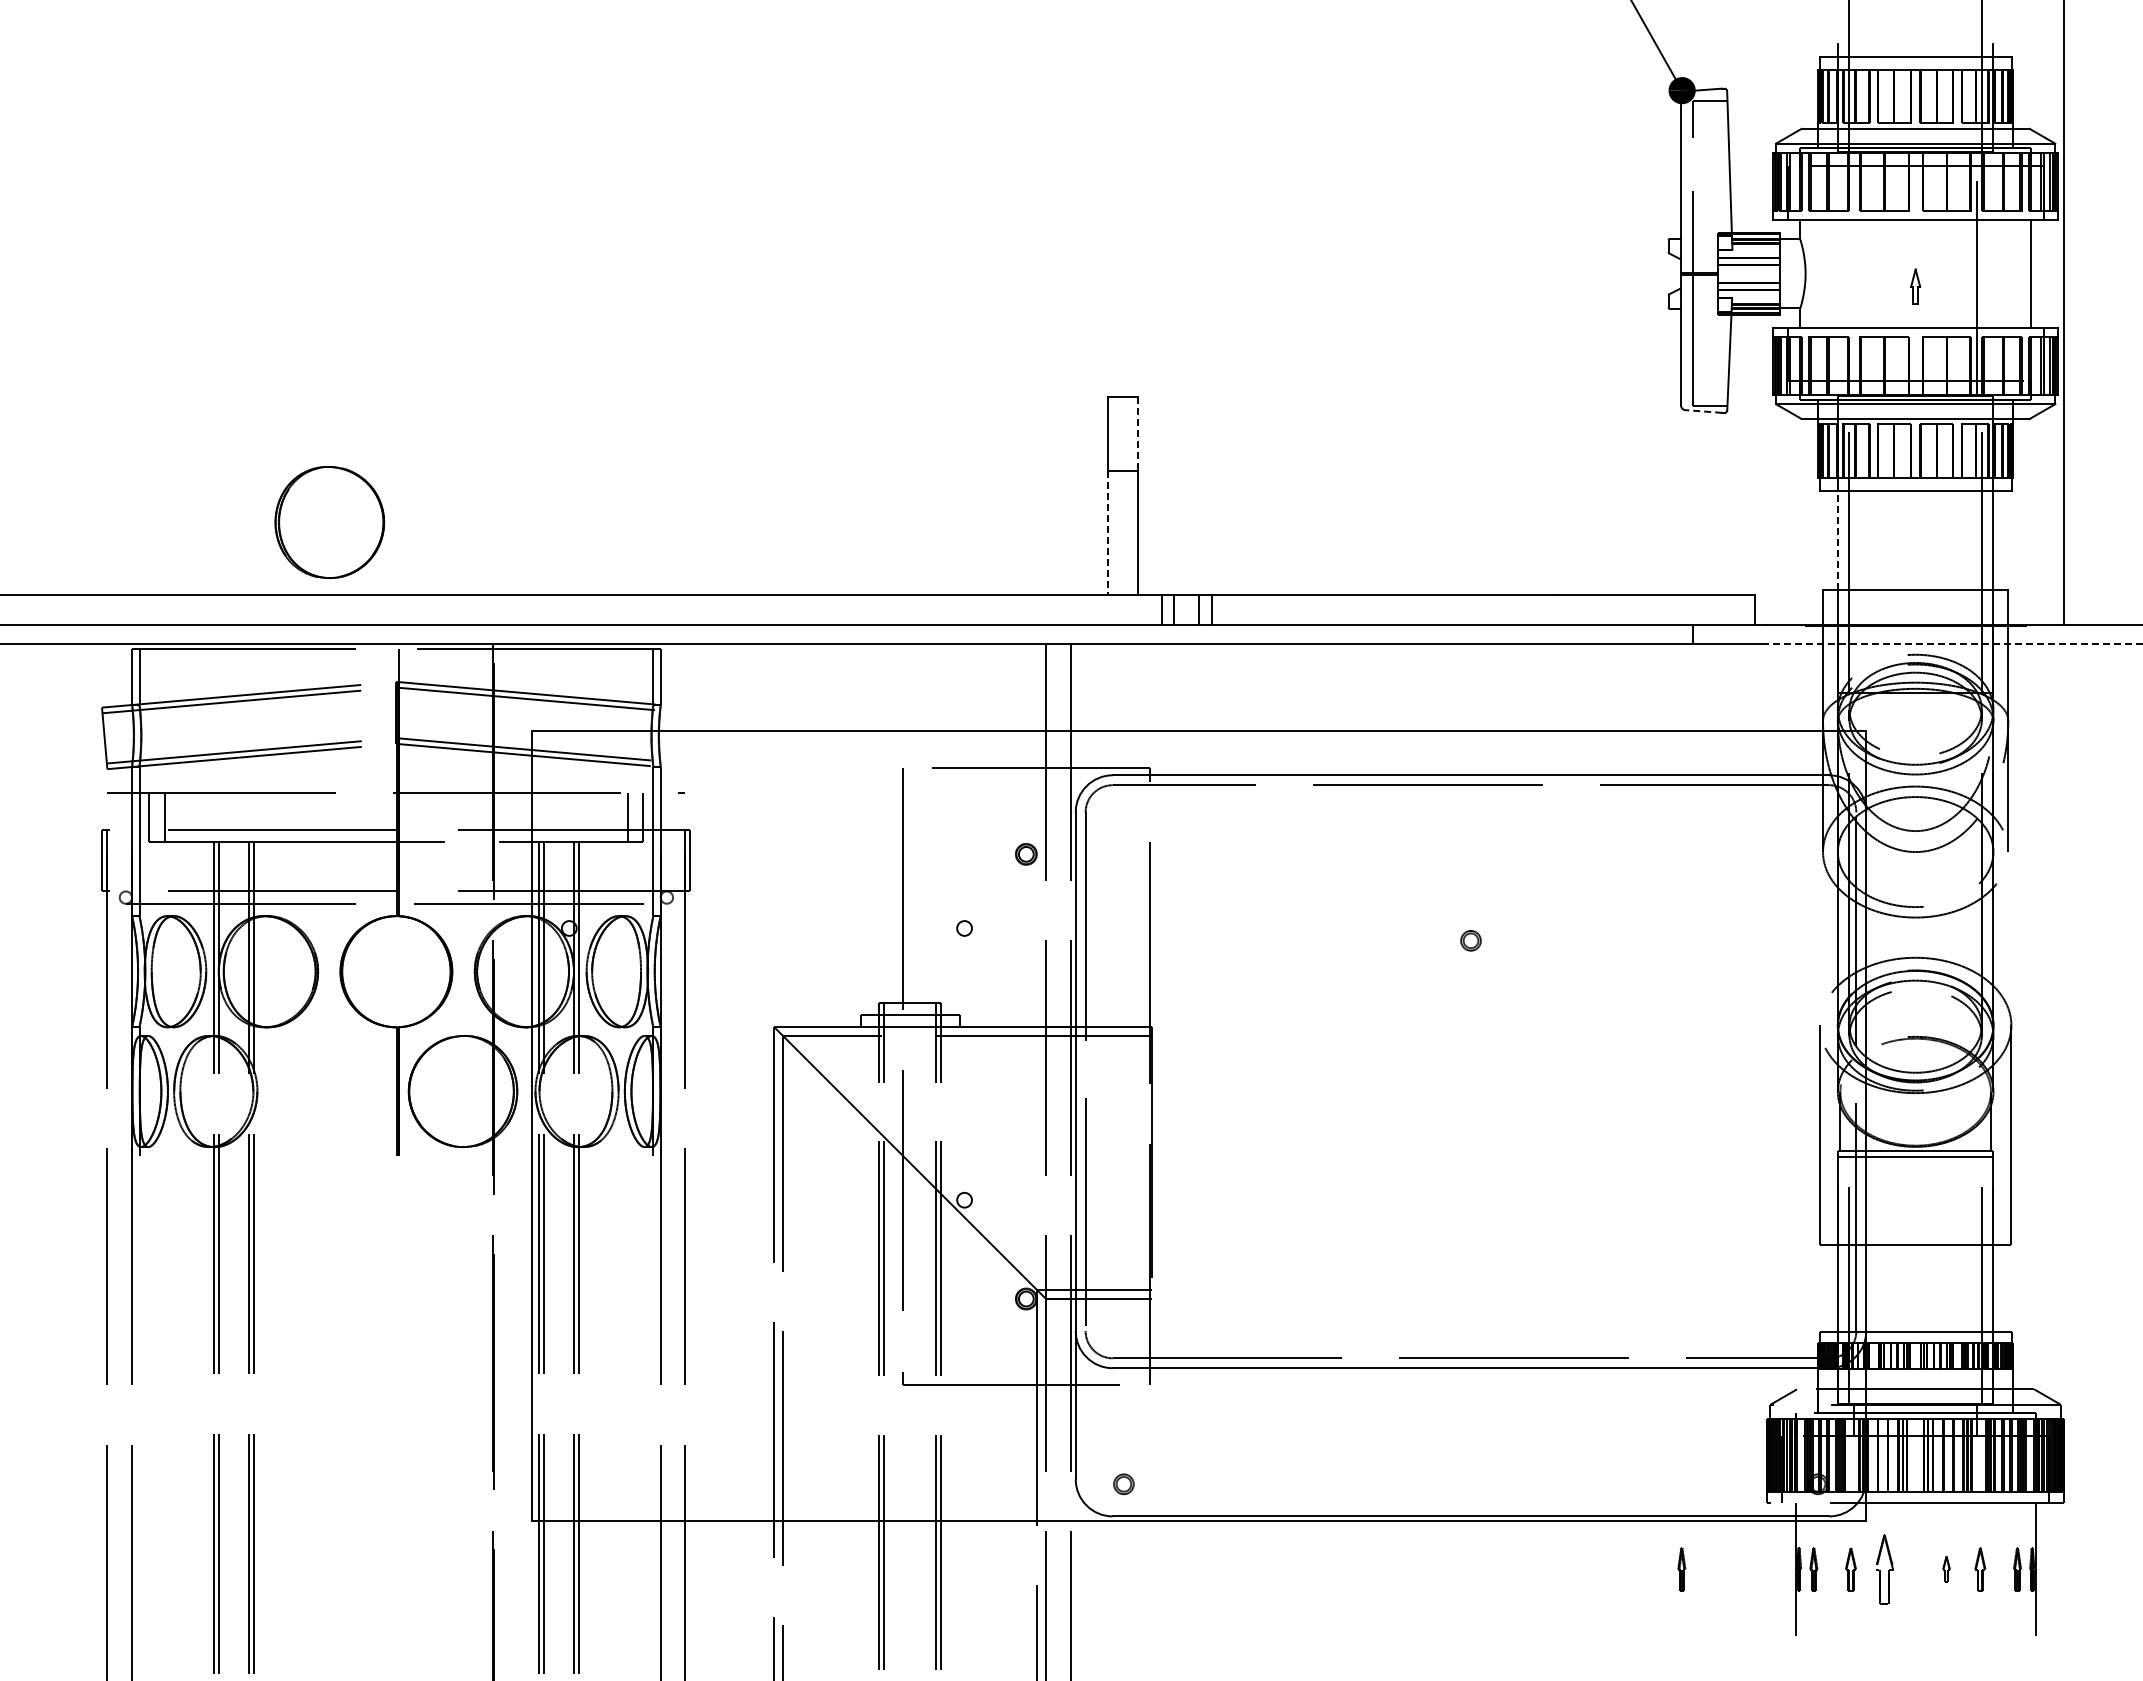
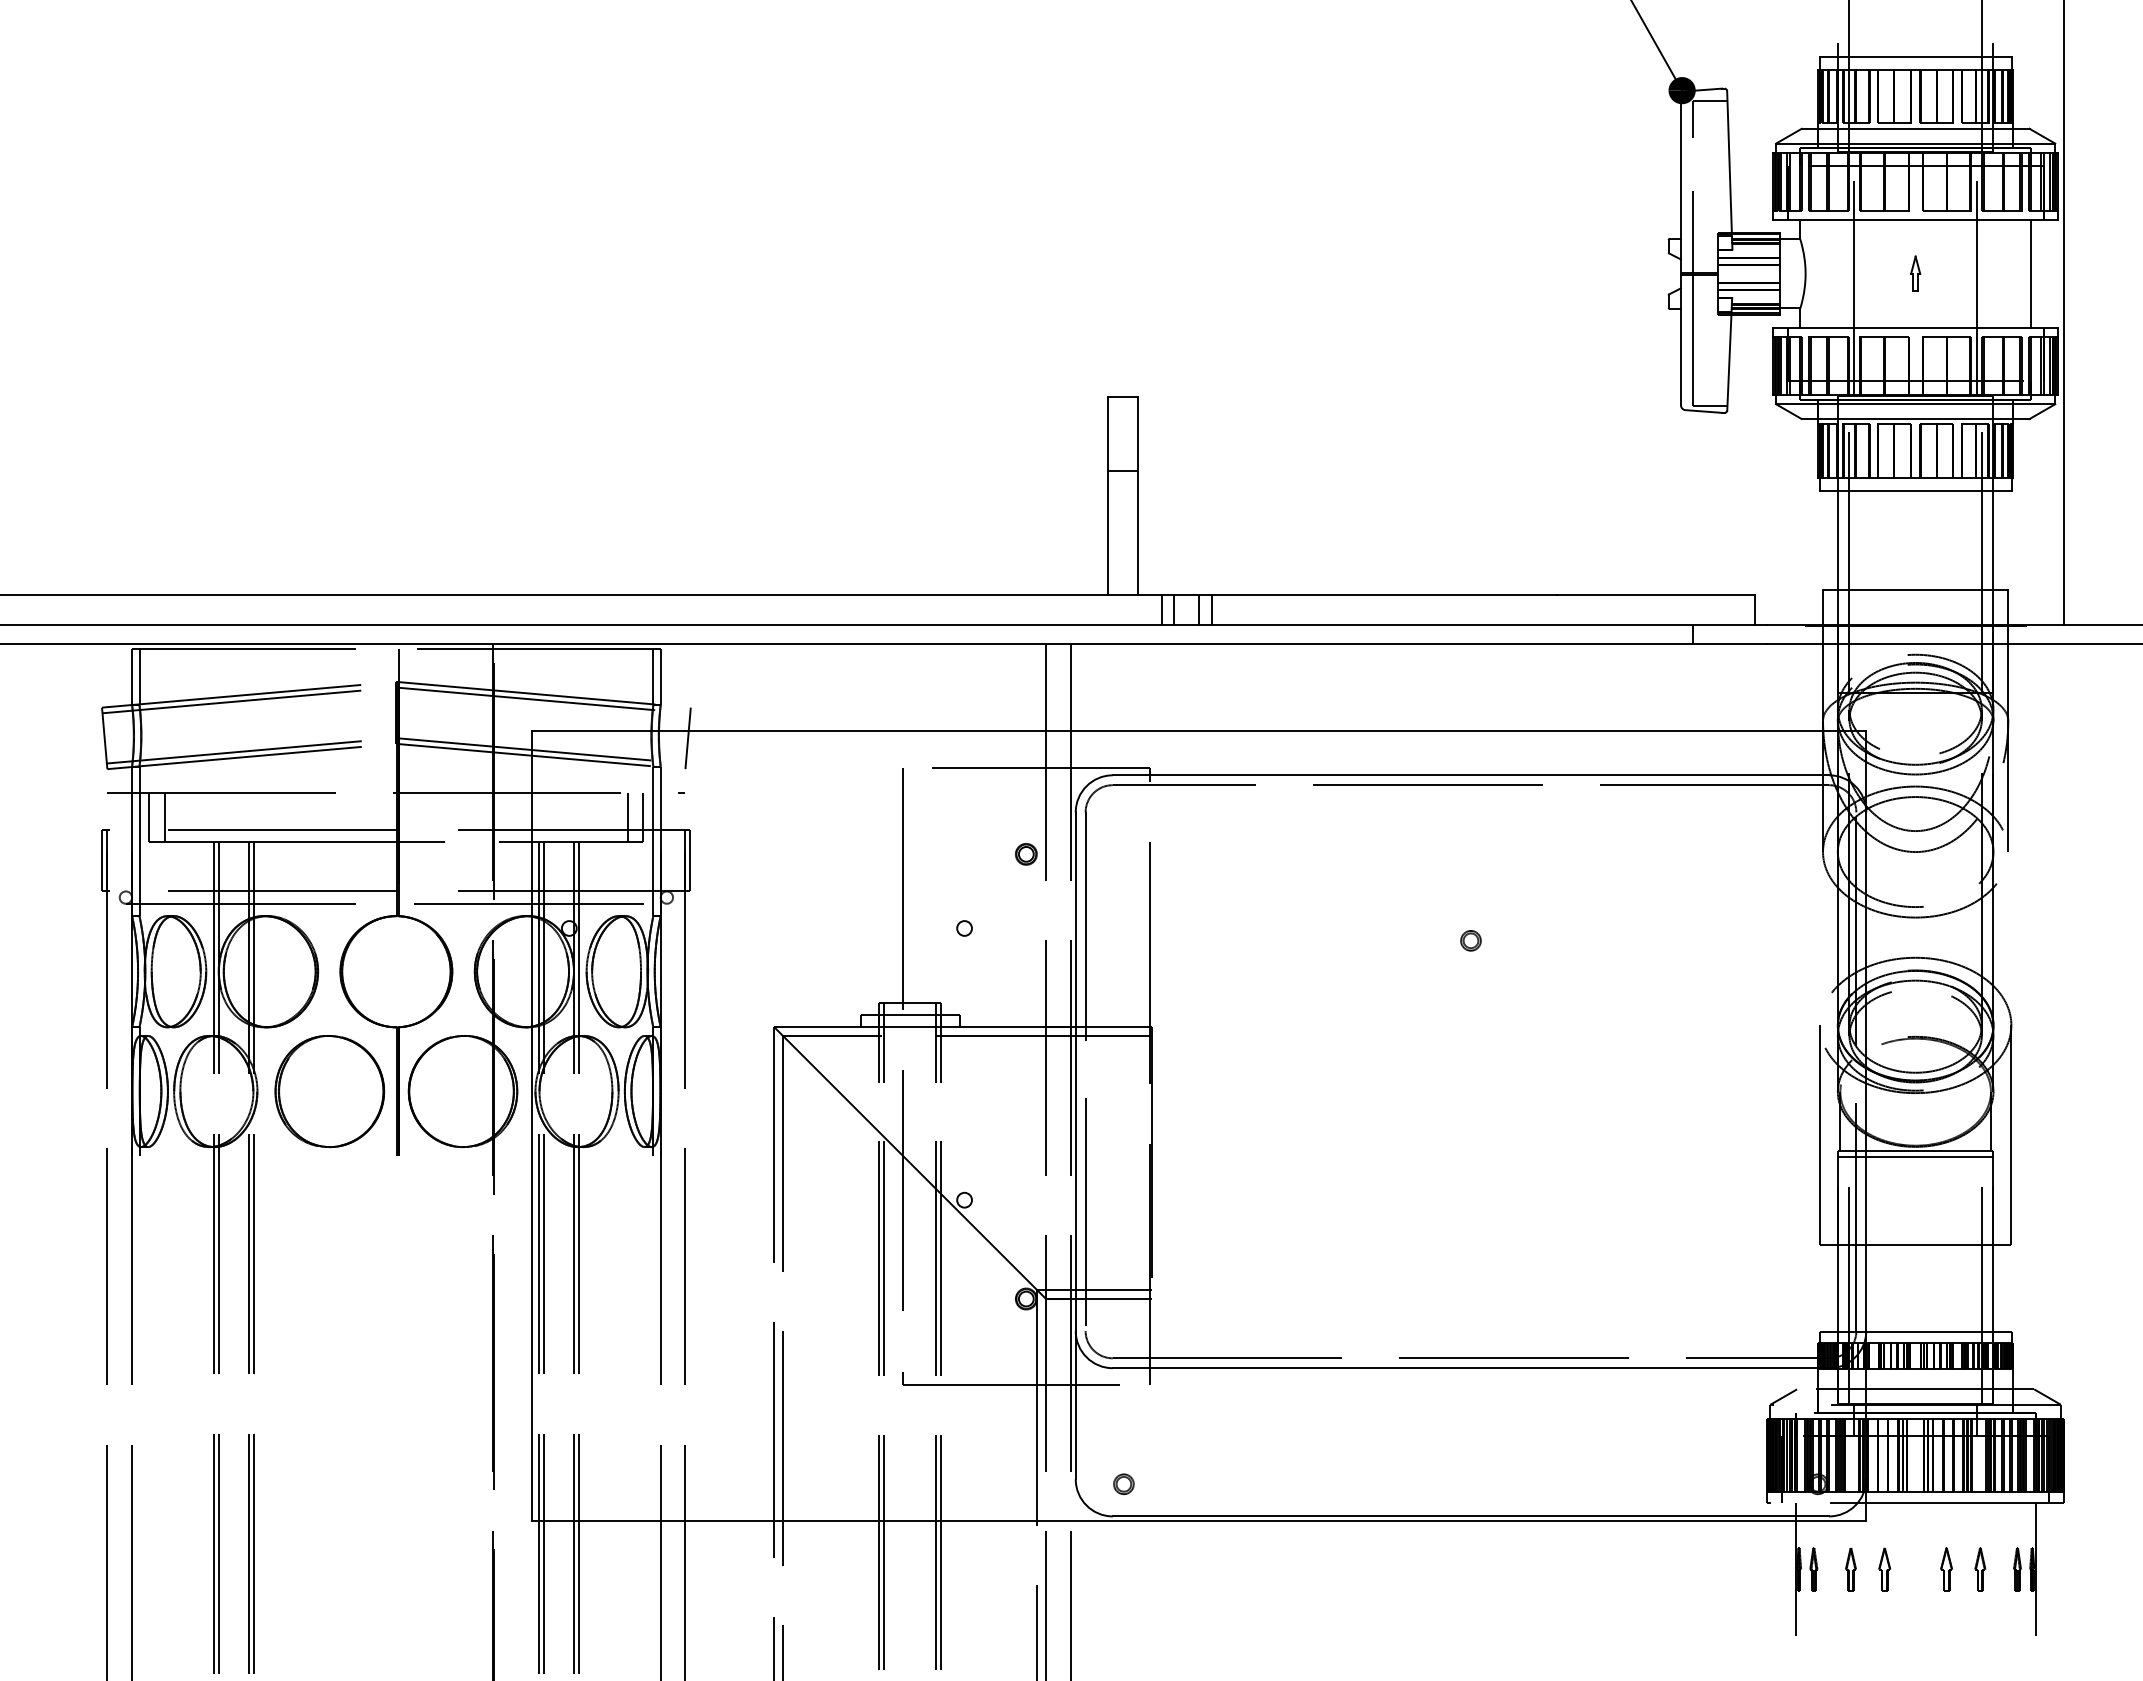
line at (1853, 273): none -> present
part at (1915, 286) position: (1915, 286) -> (1915, 273)
line at (1703, 411): dashed -> solid
line at (1137, 434): dashed -> solid
part at (329, 522) position: (329, 522) -> (329, 1091)
line at (1107, 533): dashed -> solid
line at (1837, 540): dashed -> solid
line at (1954, 644): dashed -> solid
line at (687, 738): none -> present
part at (1681, 1569): present -> none
part at (1884, 1569) size: 18x71 px -> 14x45 px
part at (1946, 1569) size: 9x27 px -> 13x45 px
